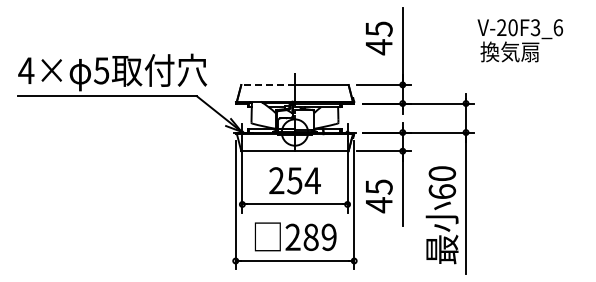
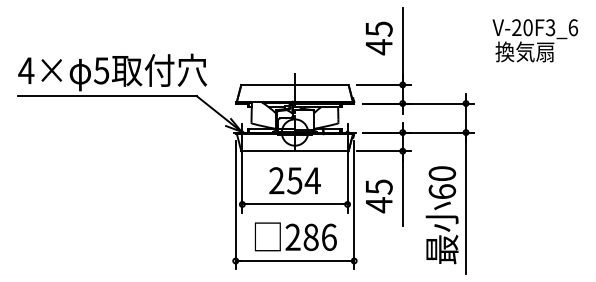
text at (519, 40) position: (519, 40) -> (534, 40)
line at (268, 84): dashed -> solid
text at (328, 236): 289 -> 286
